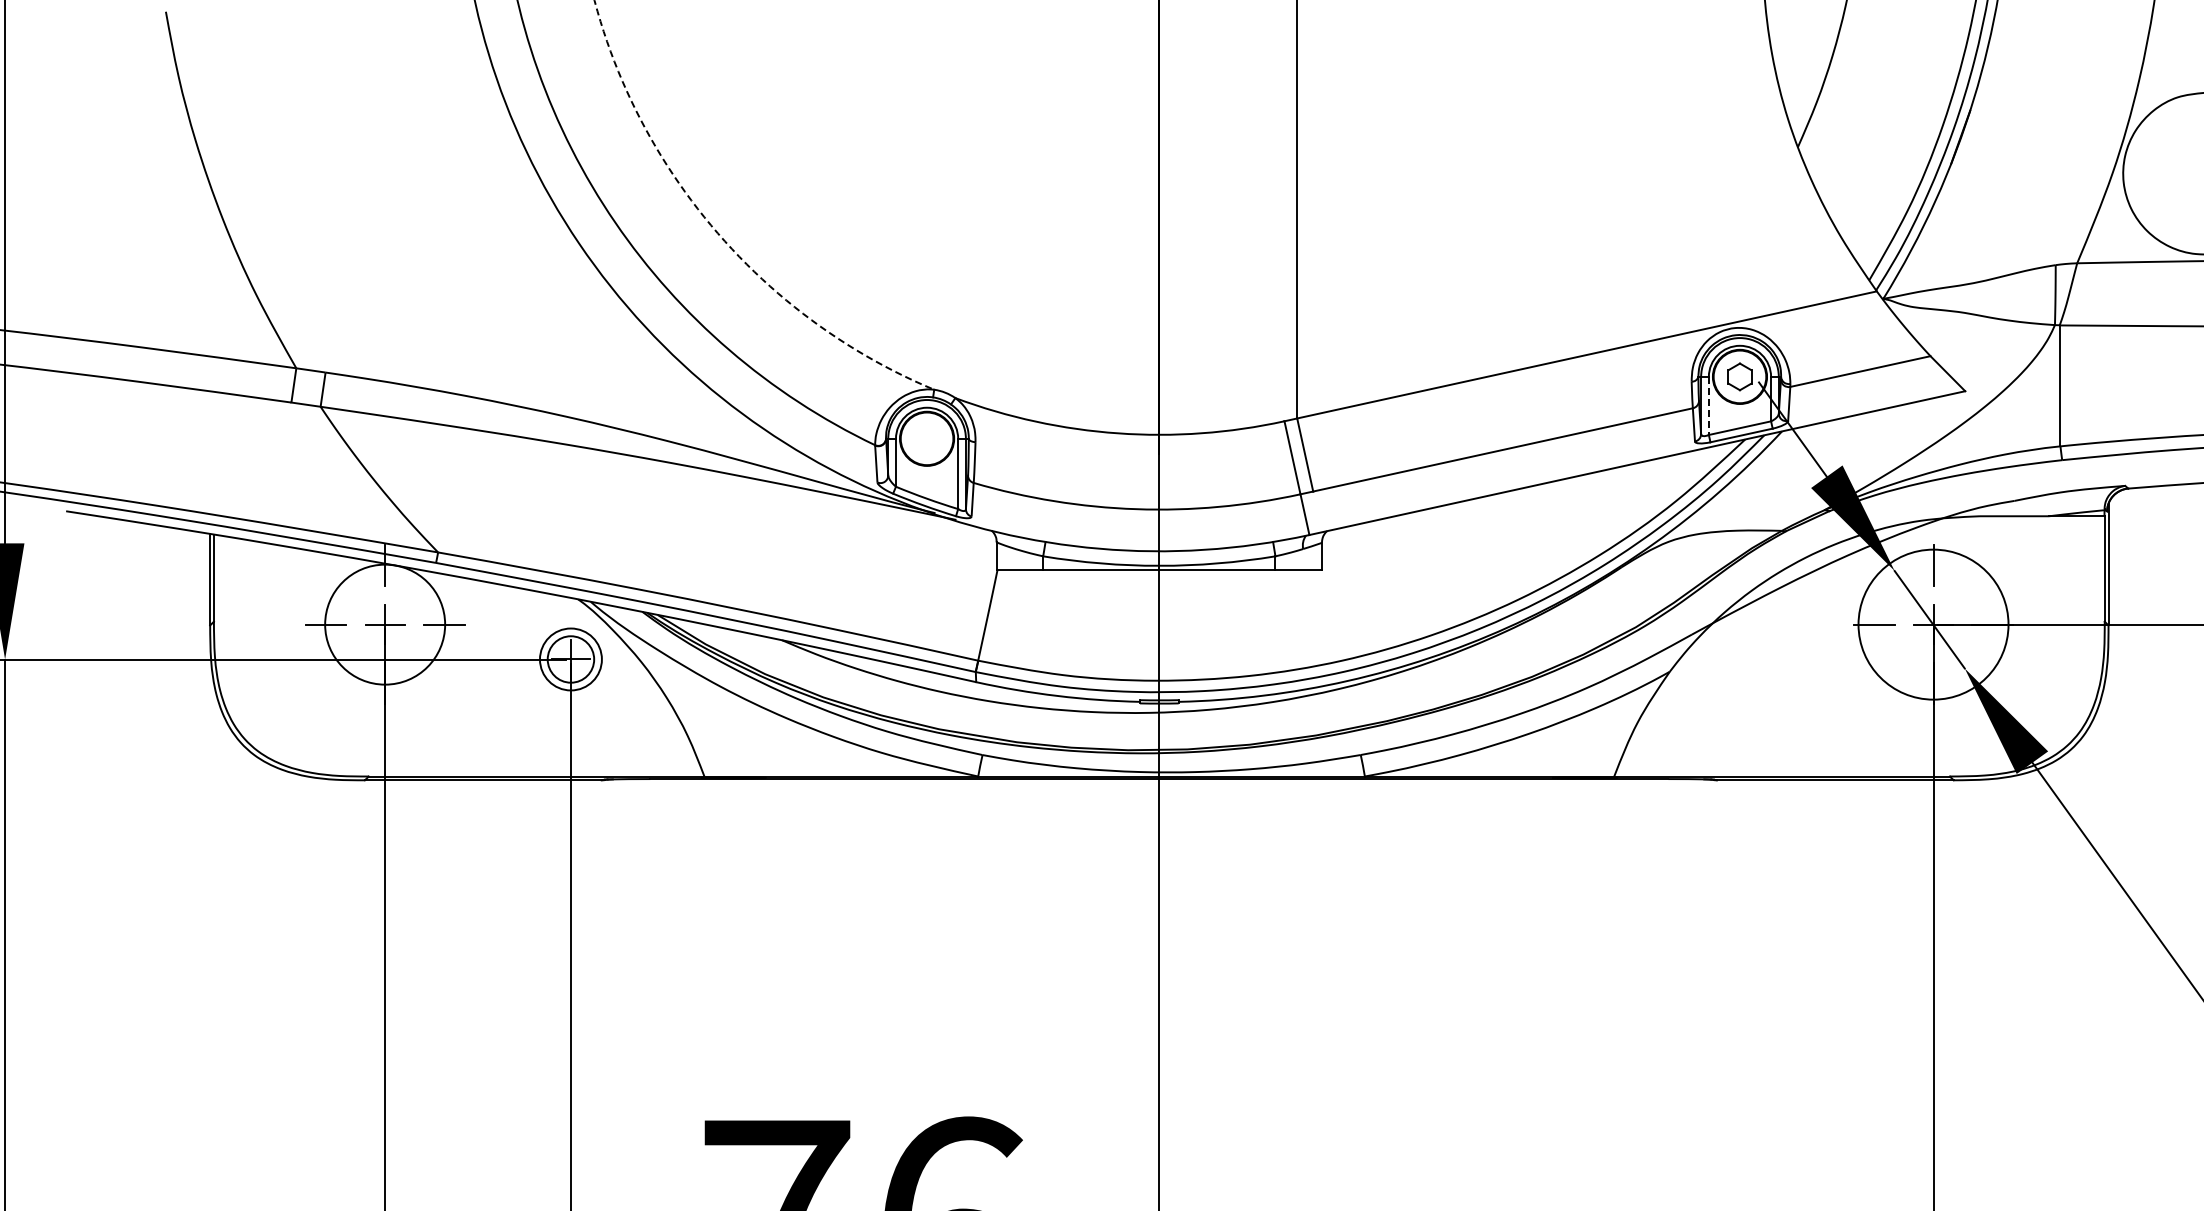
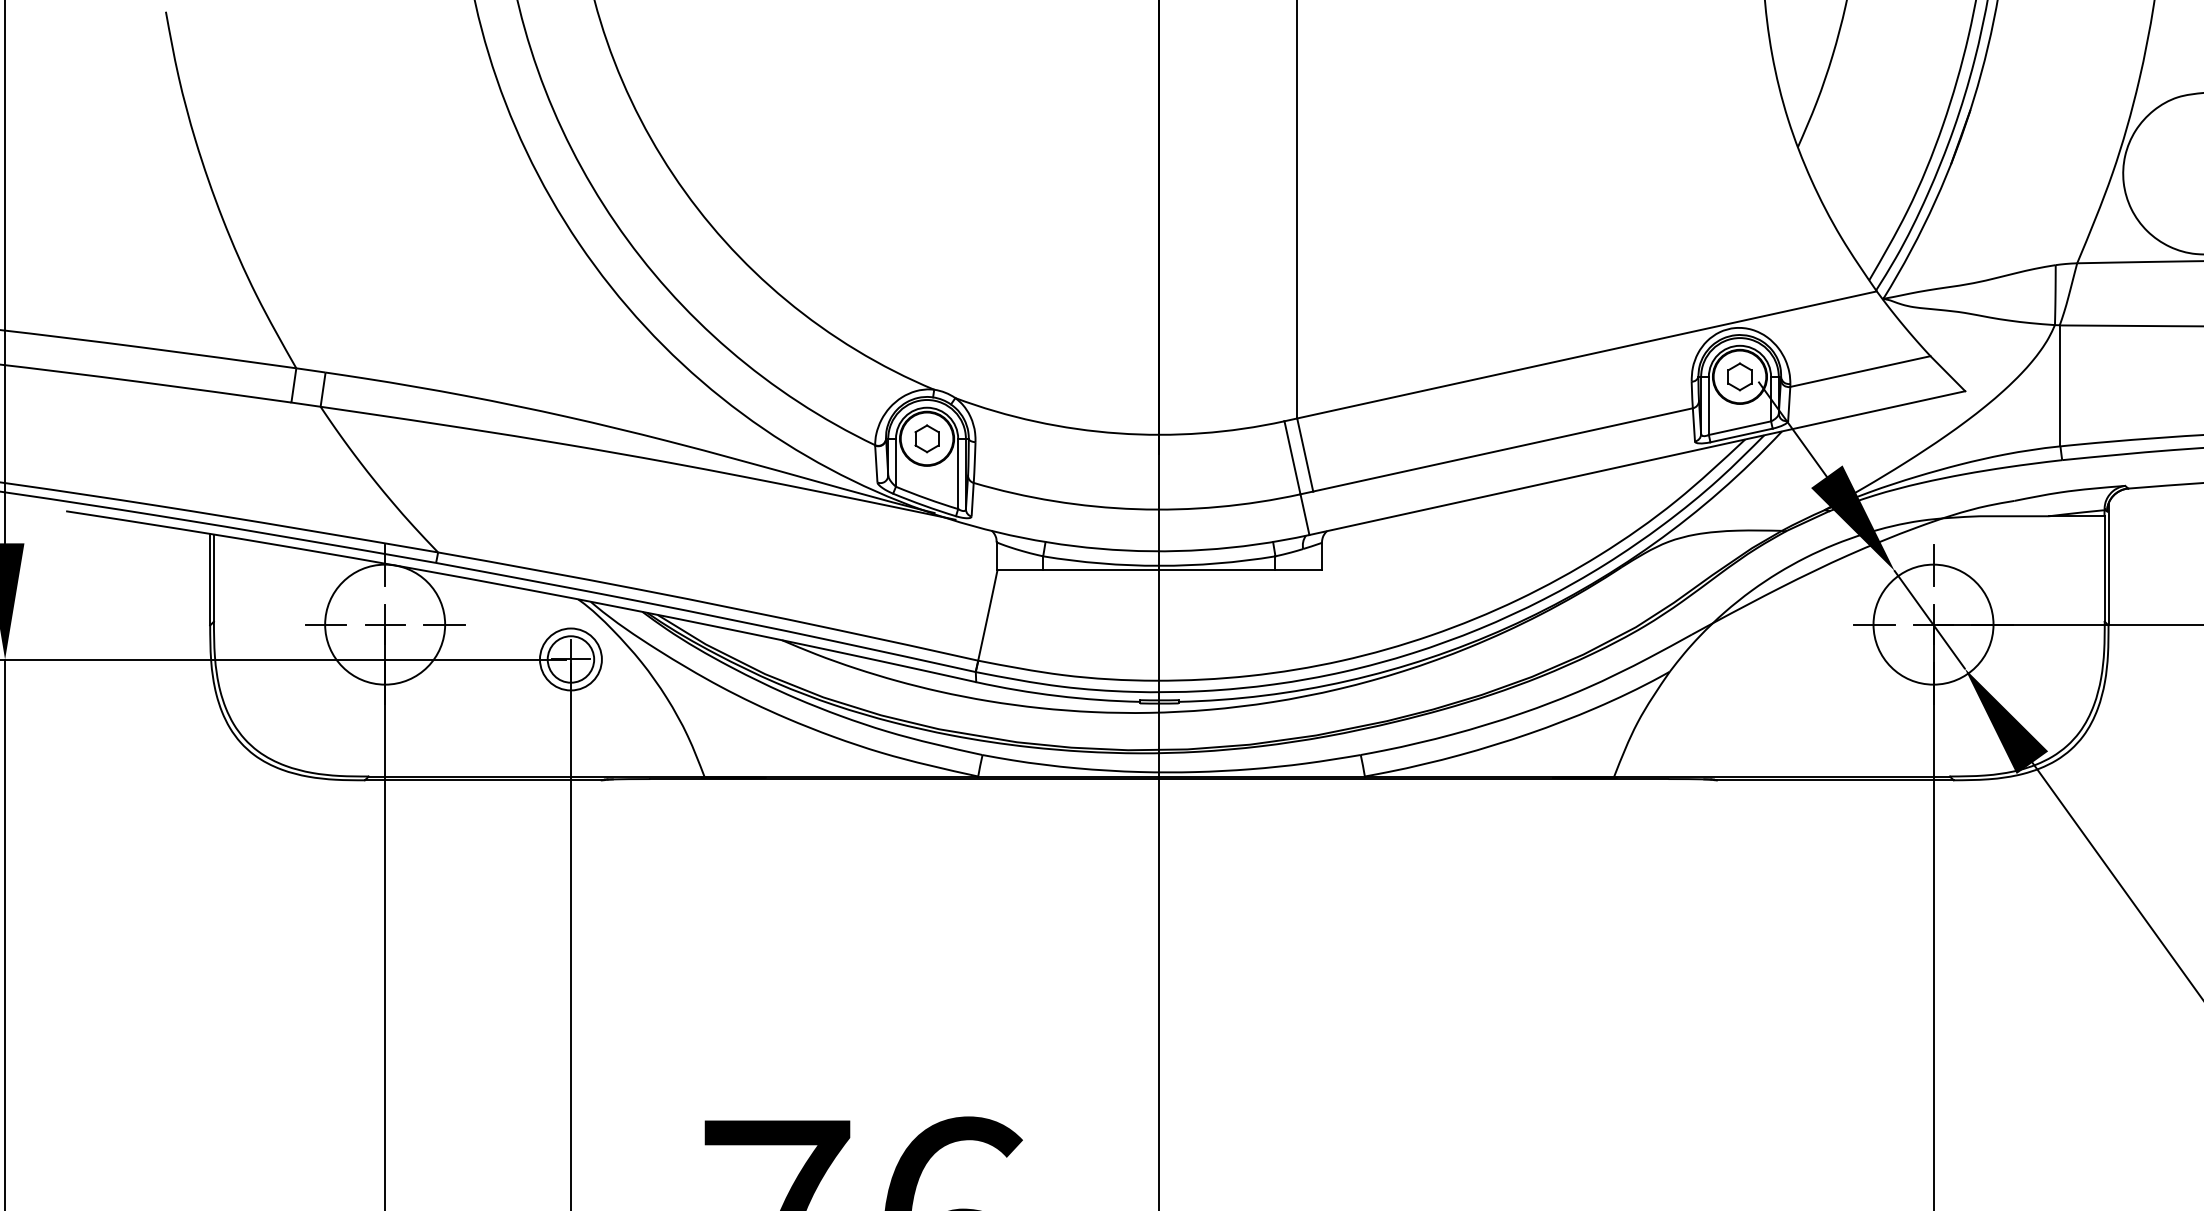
arc at (717, 233): dashed -> solid
line at (1708, 406): dashed -> solid
part at (926, 438): none -> present
circle at (1933, 624) diameter: 150 px -> 120 px
